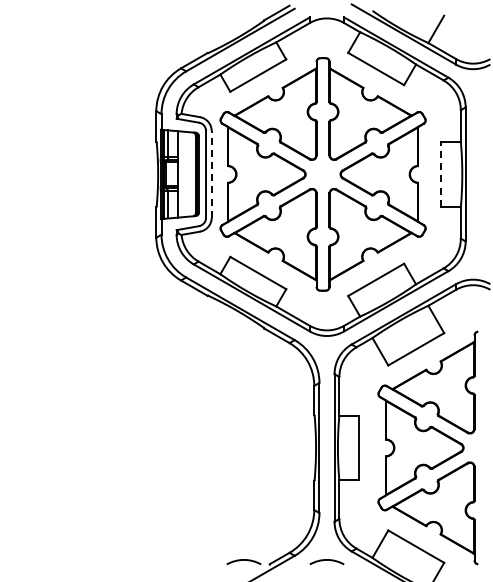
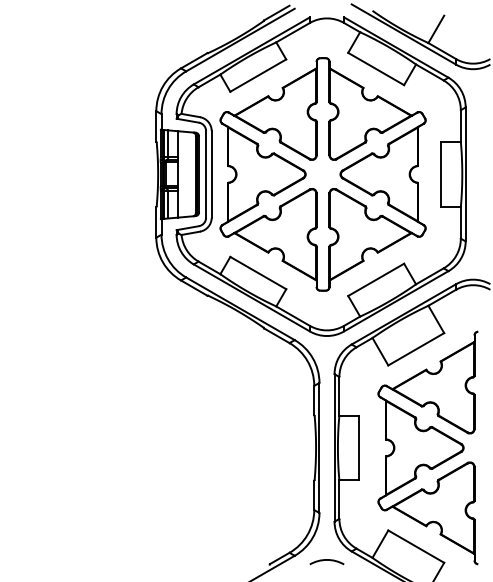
line at (211, 173): dashed -> solid
line at (440, 173): dashed -> solid
arc at (243, 560): present -> none
